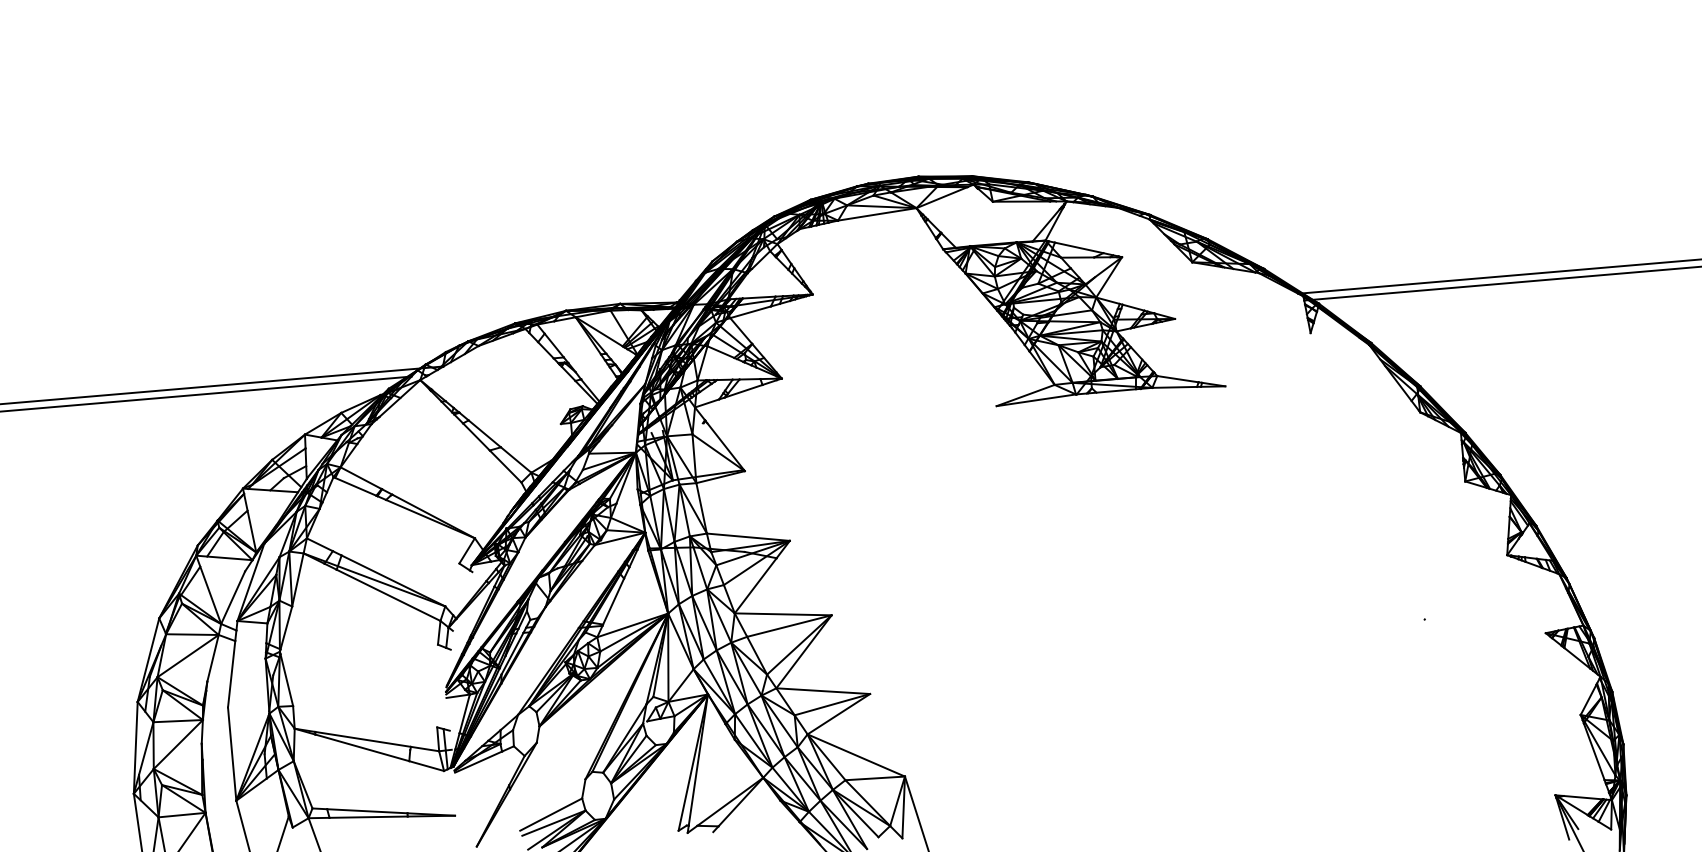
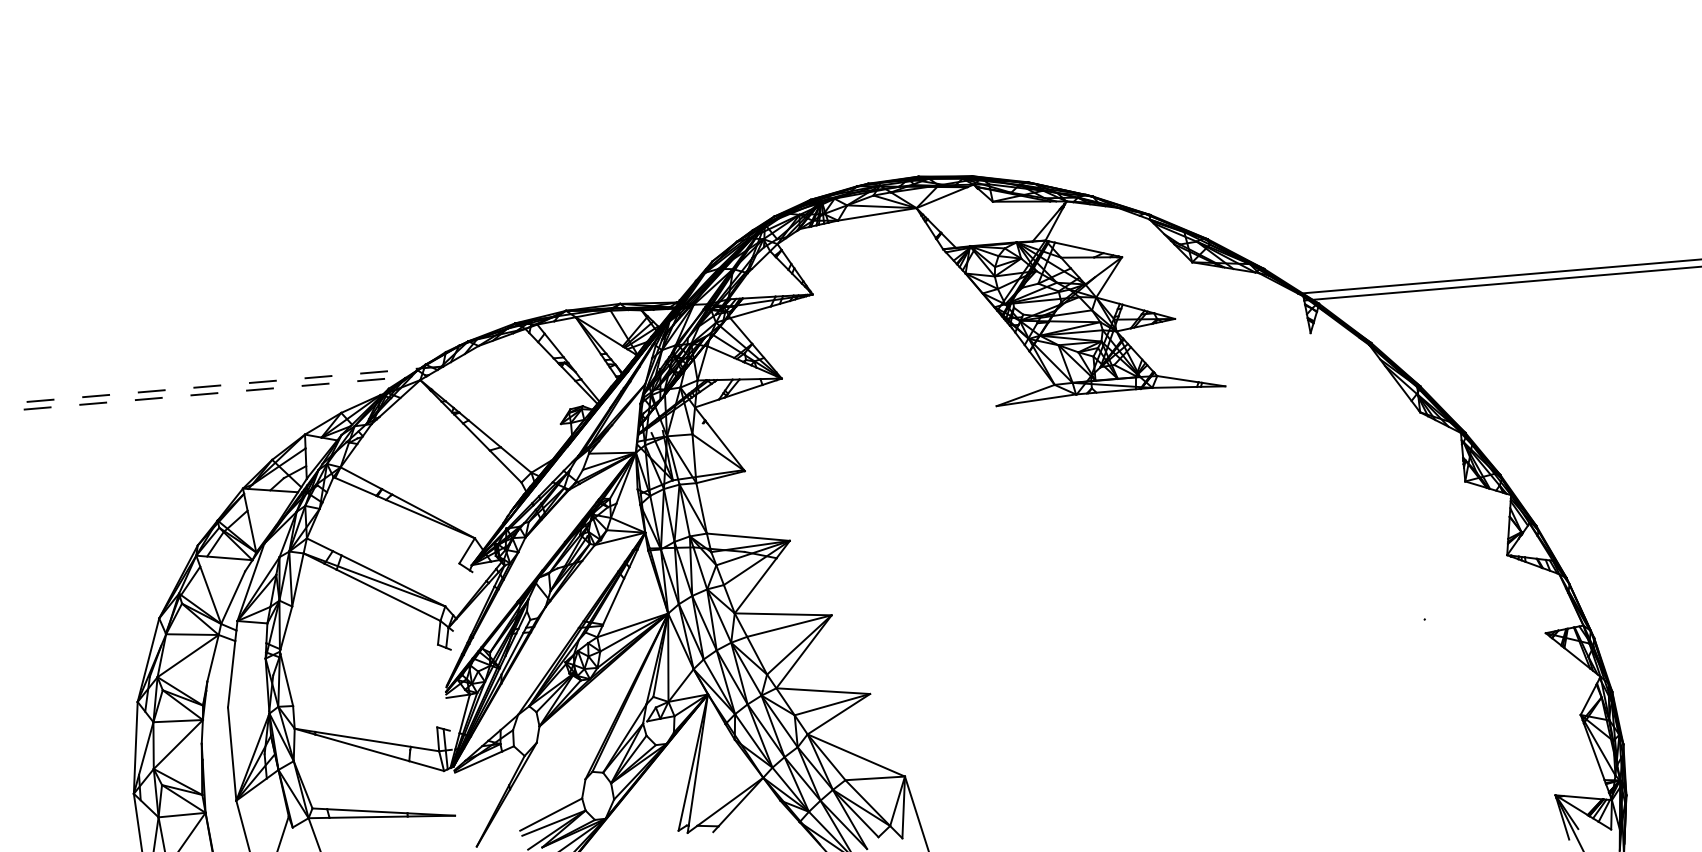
line at (221, 385): solid -> dashed
line at (206, 394): solid -> dashed
